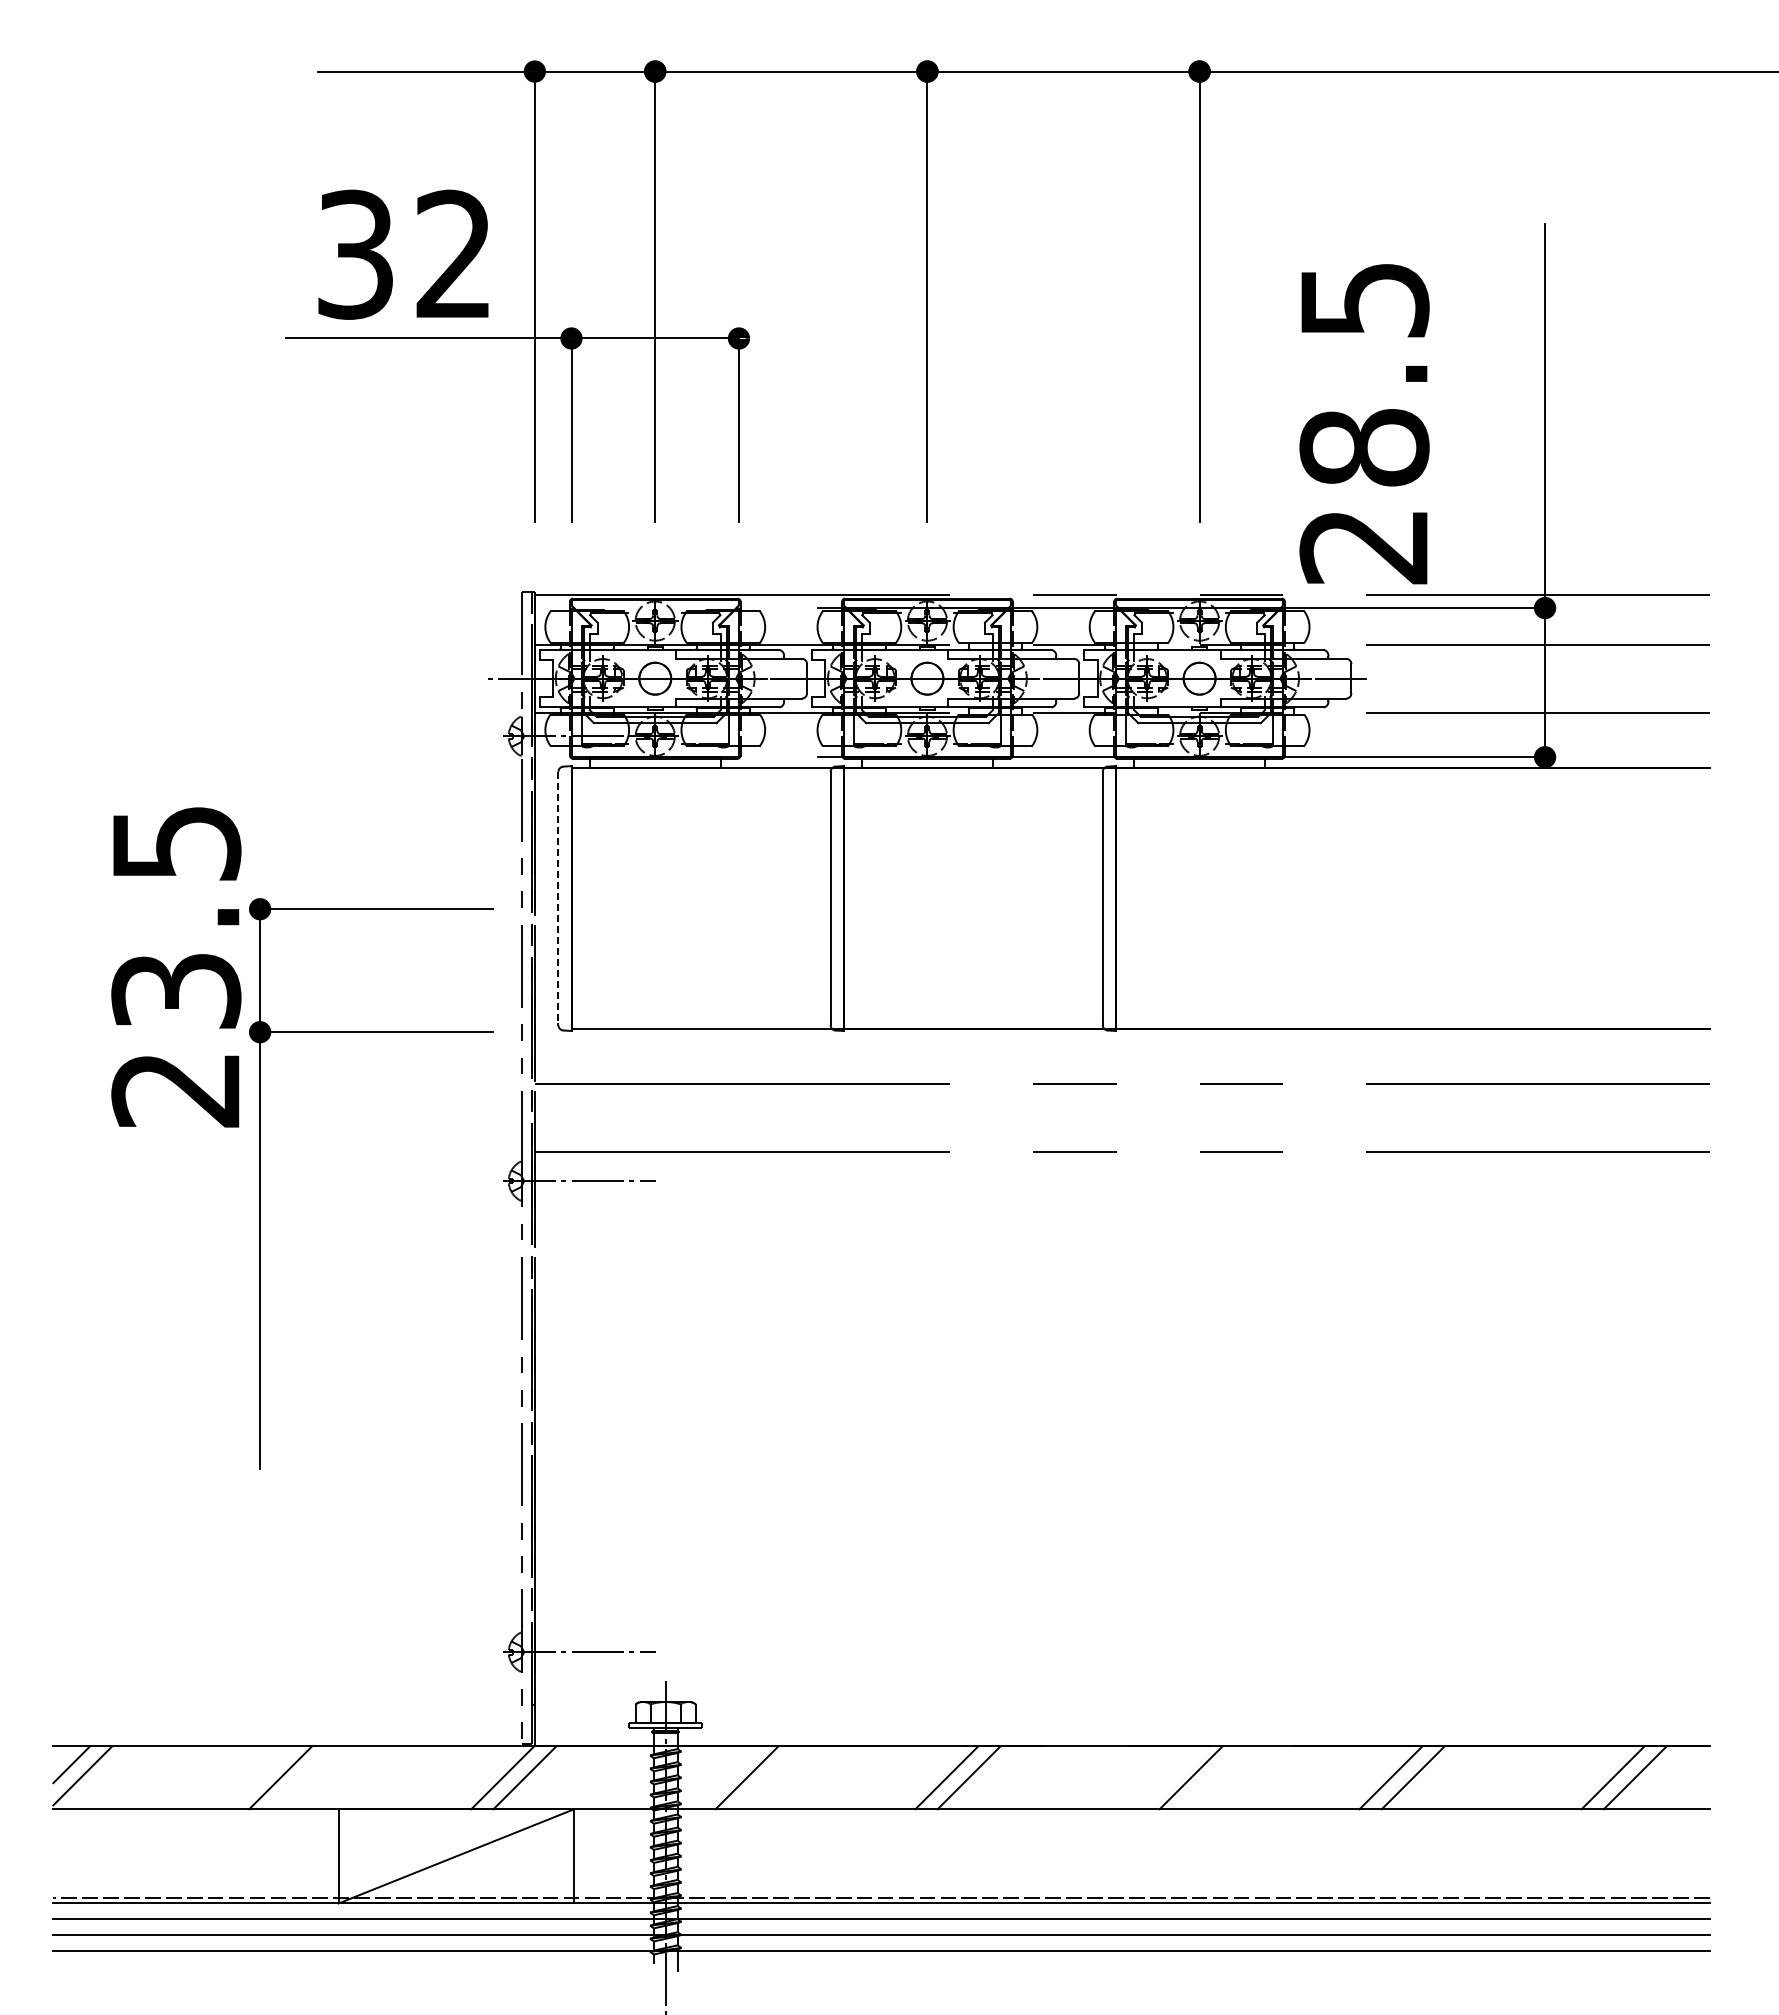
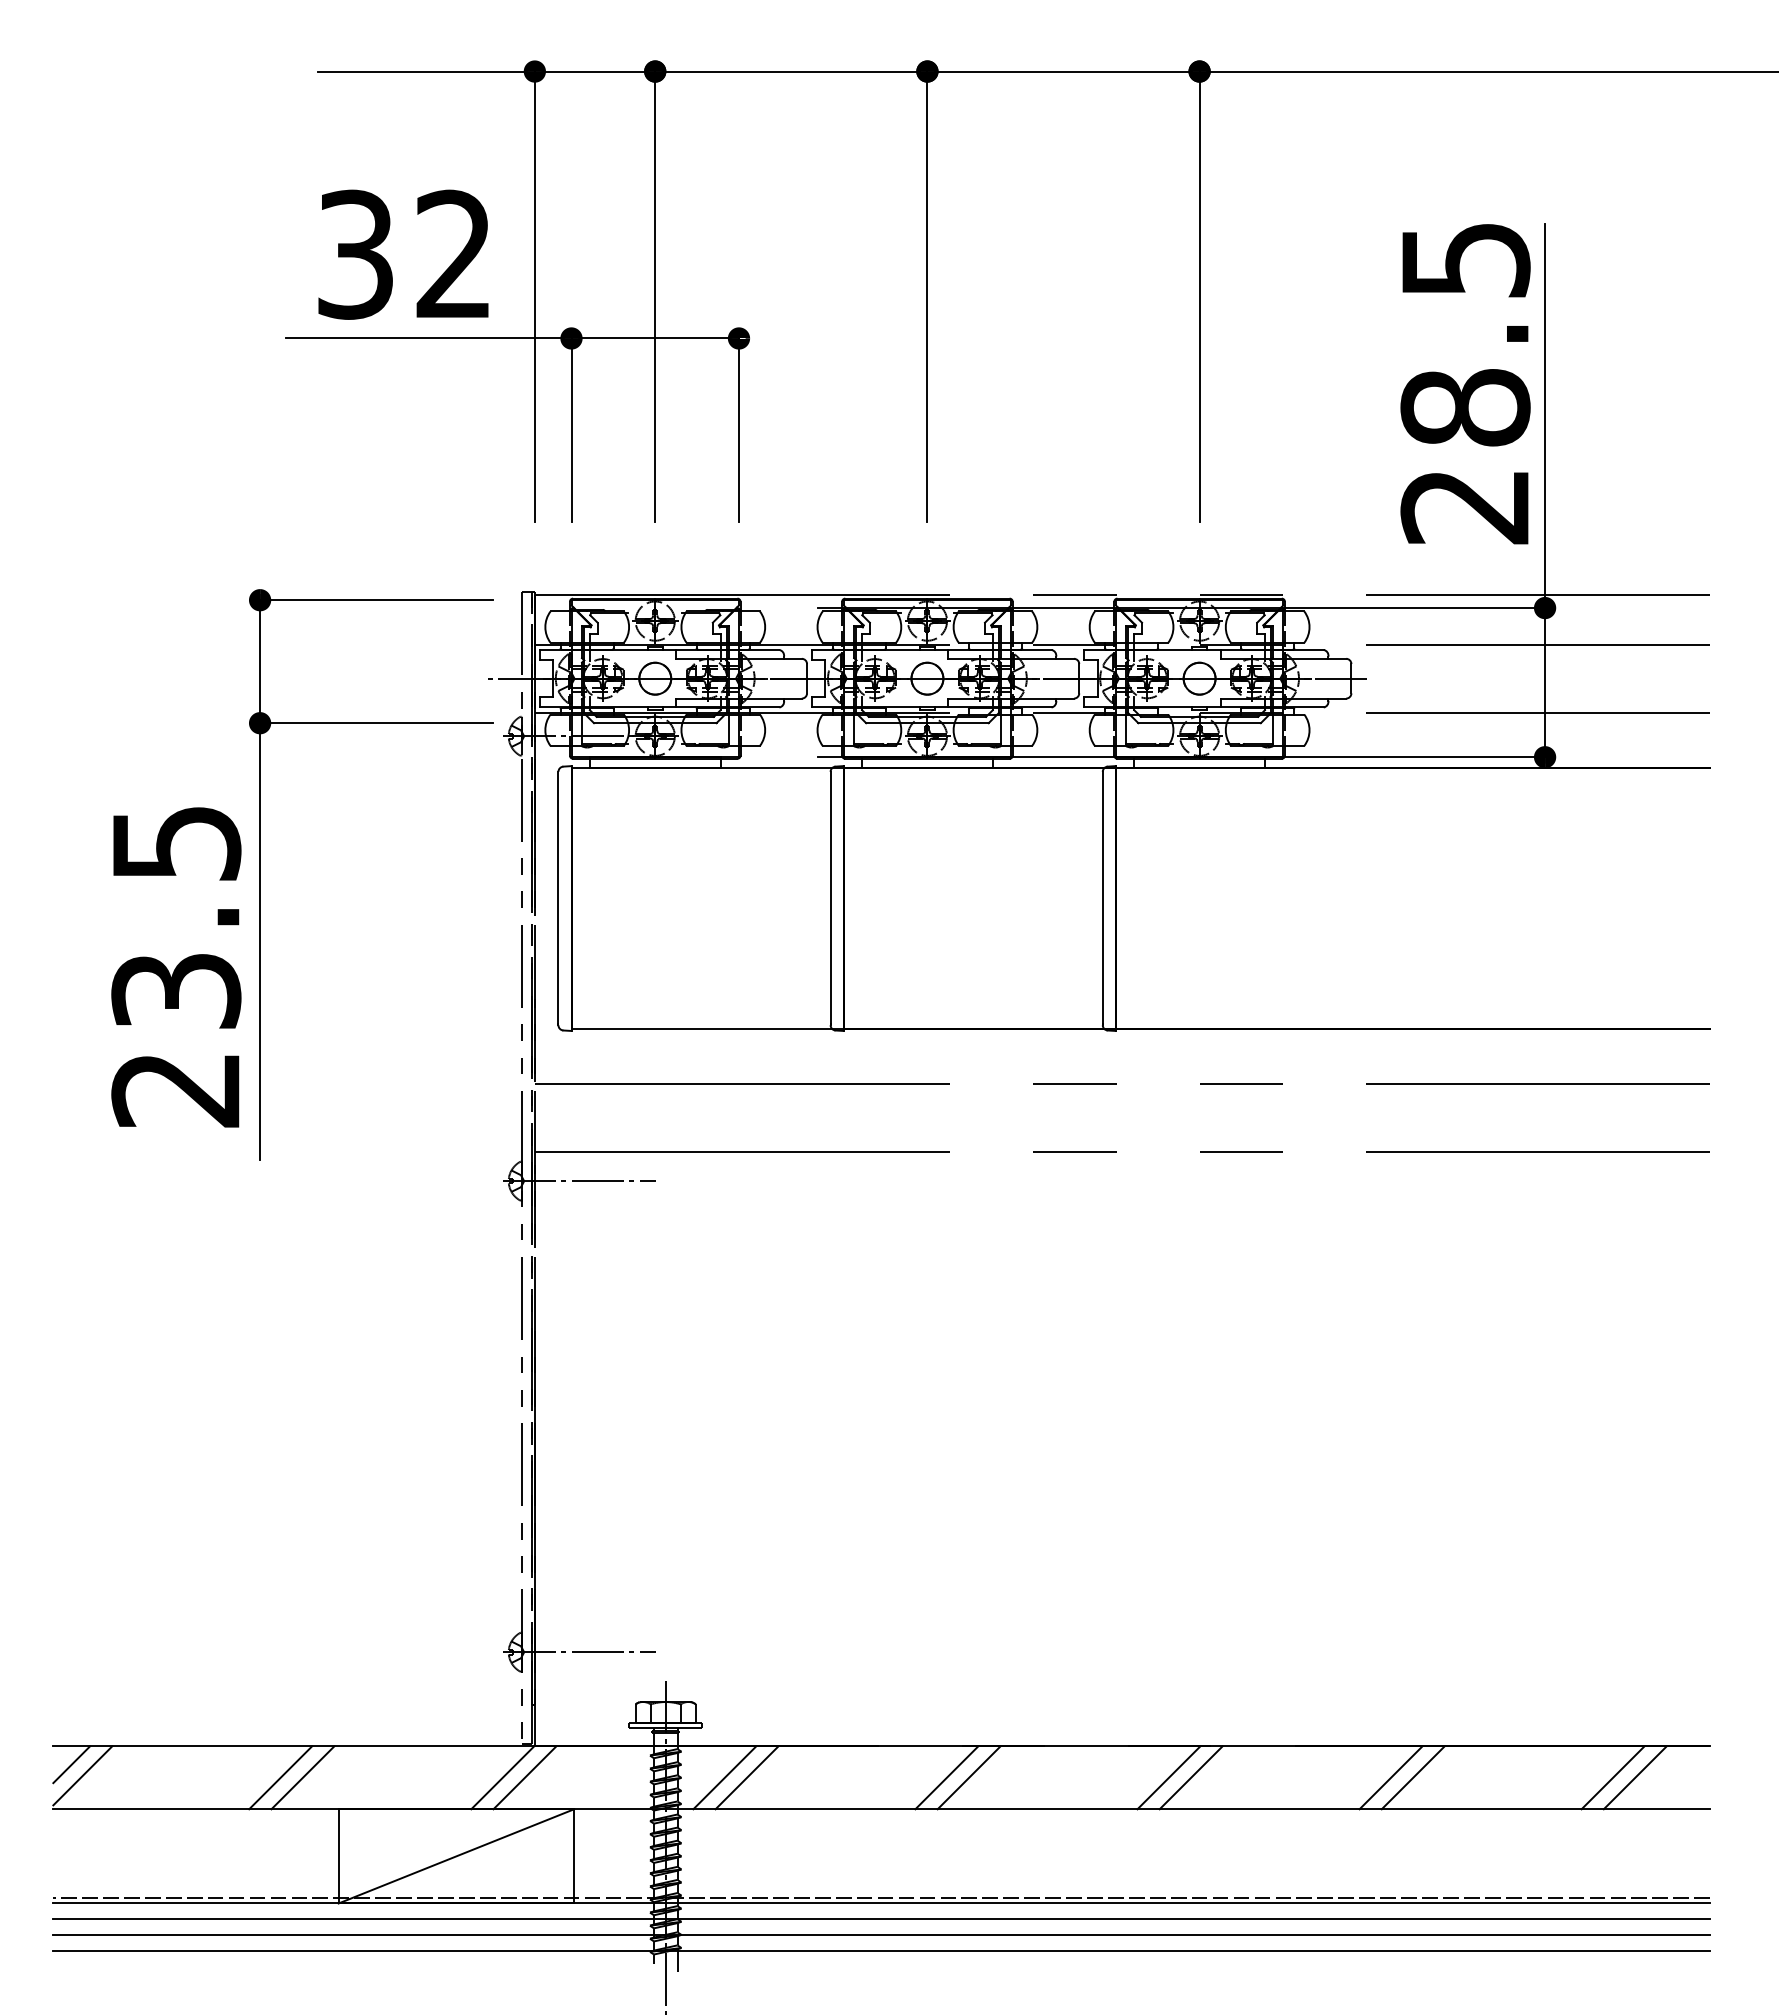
text at (1364, 424) position: (1364, 424) -> (1465, 384)
line at (558, 897): dashed -> solid
part at (260, 1183) position: (260, 1183) -> (260, 874)
line at (302, 1777): none -> present
line at (724, 1777): none -> present
line at (1168, 1777): none -> present
